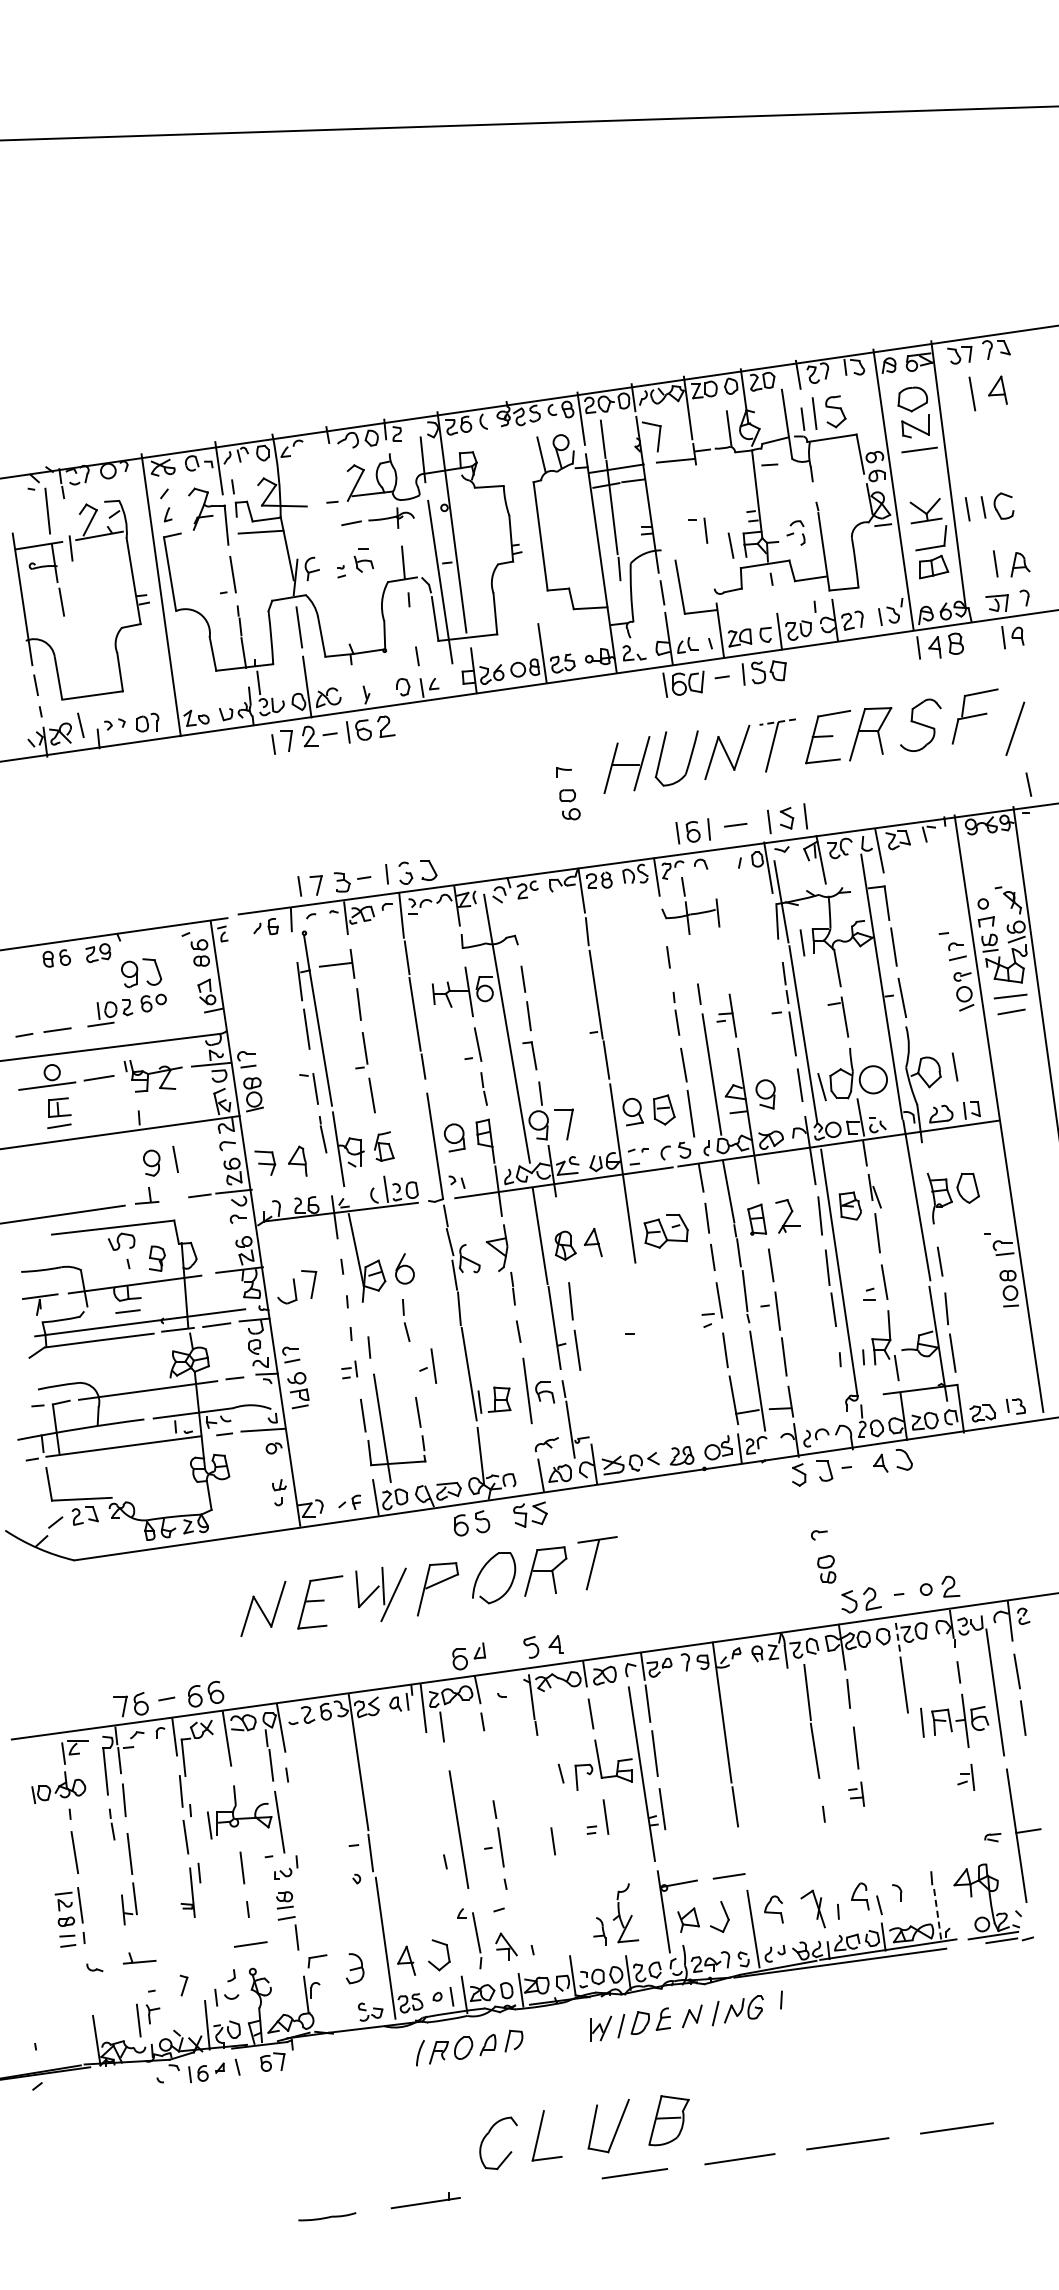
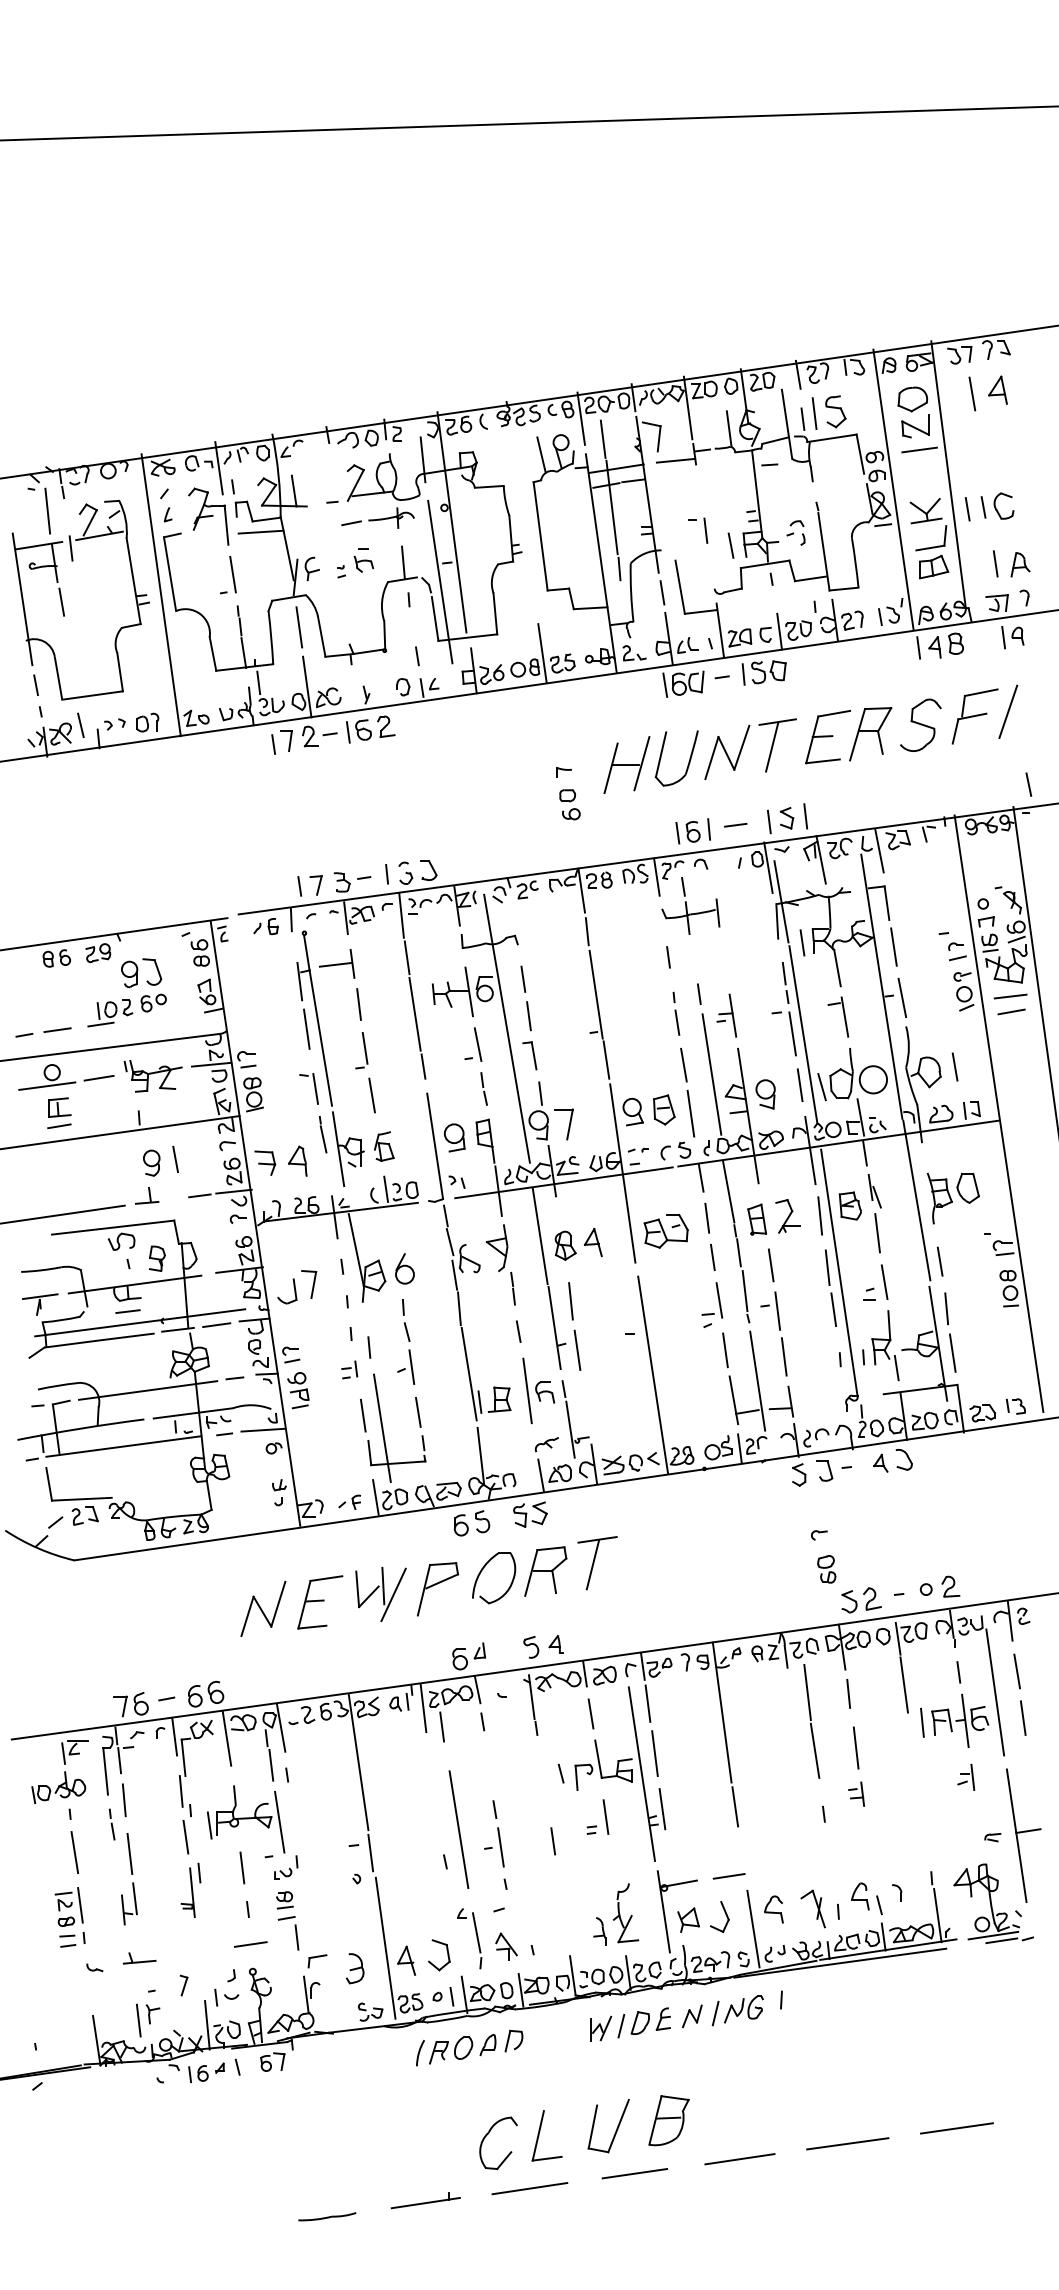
line at (293, 490): none -> present
line at (777, 722): dashed -> solid
line at (1015, 728) position: (1015, 728) -> (1008, 711)
part at (428, 1365) position: (428, 1365) -> (406, 1366)
line at (653, 1374): none -> present
line at (898, 1639): dashed -> solid
line at (937, 1915): dashed -> solid
line at (529, 2188): none -> present
